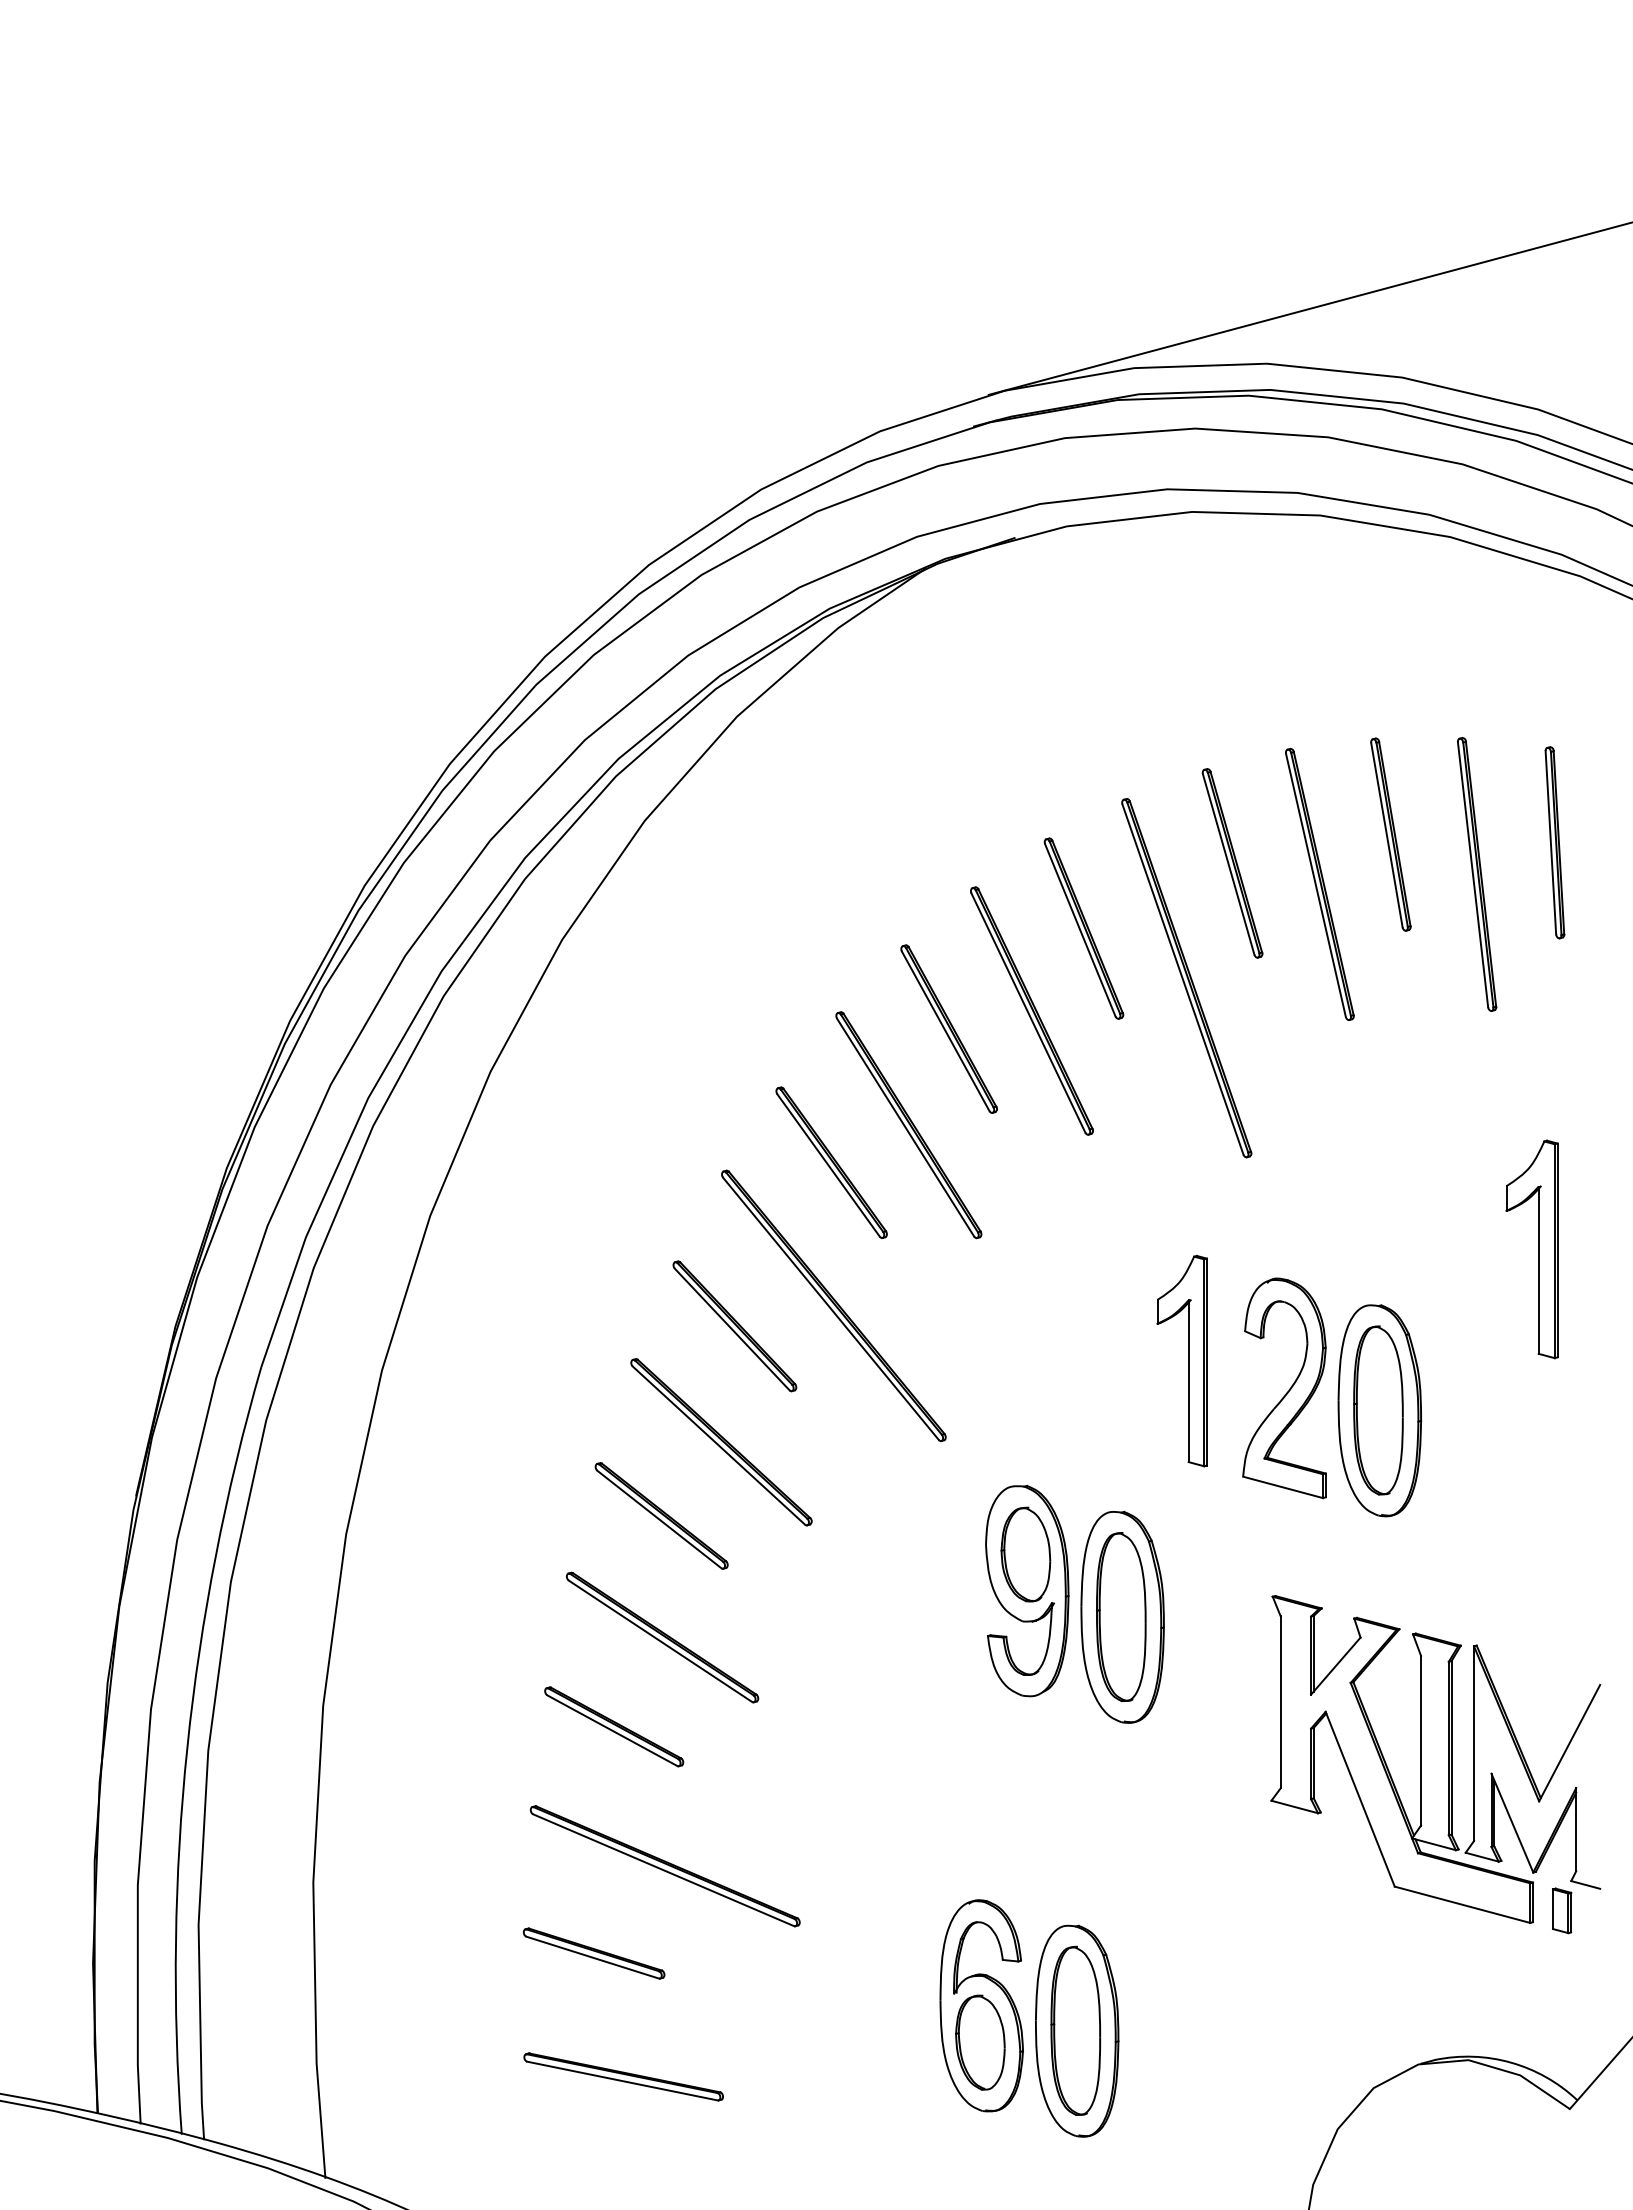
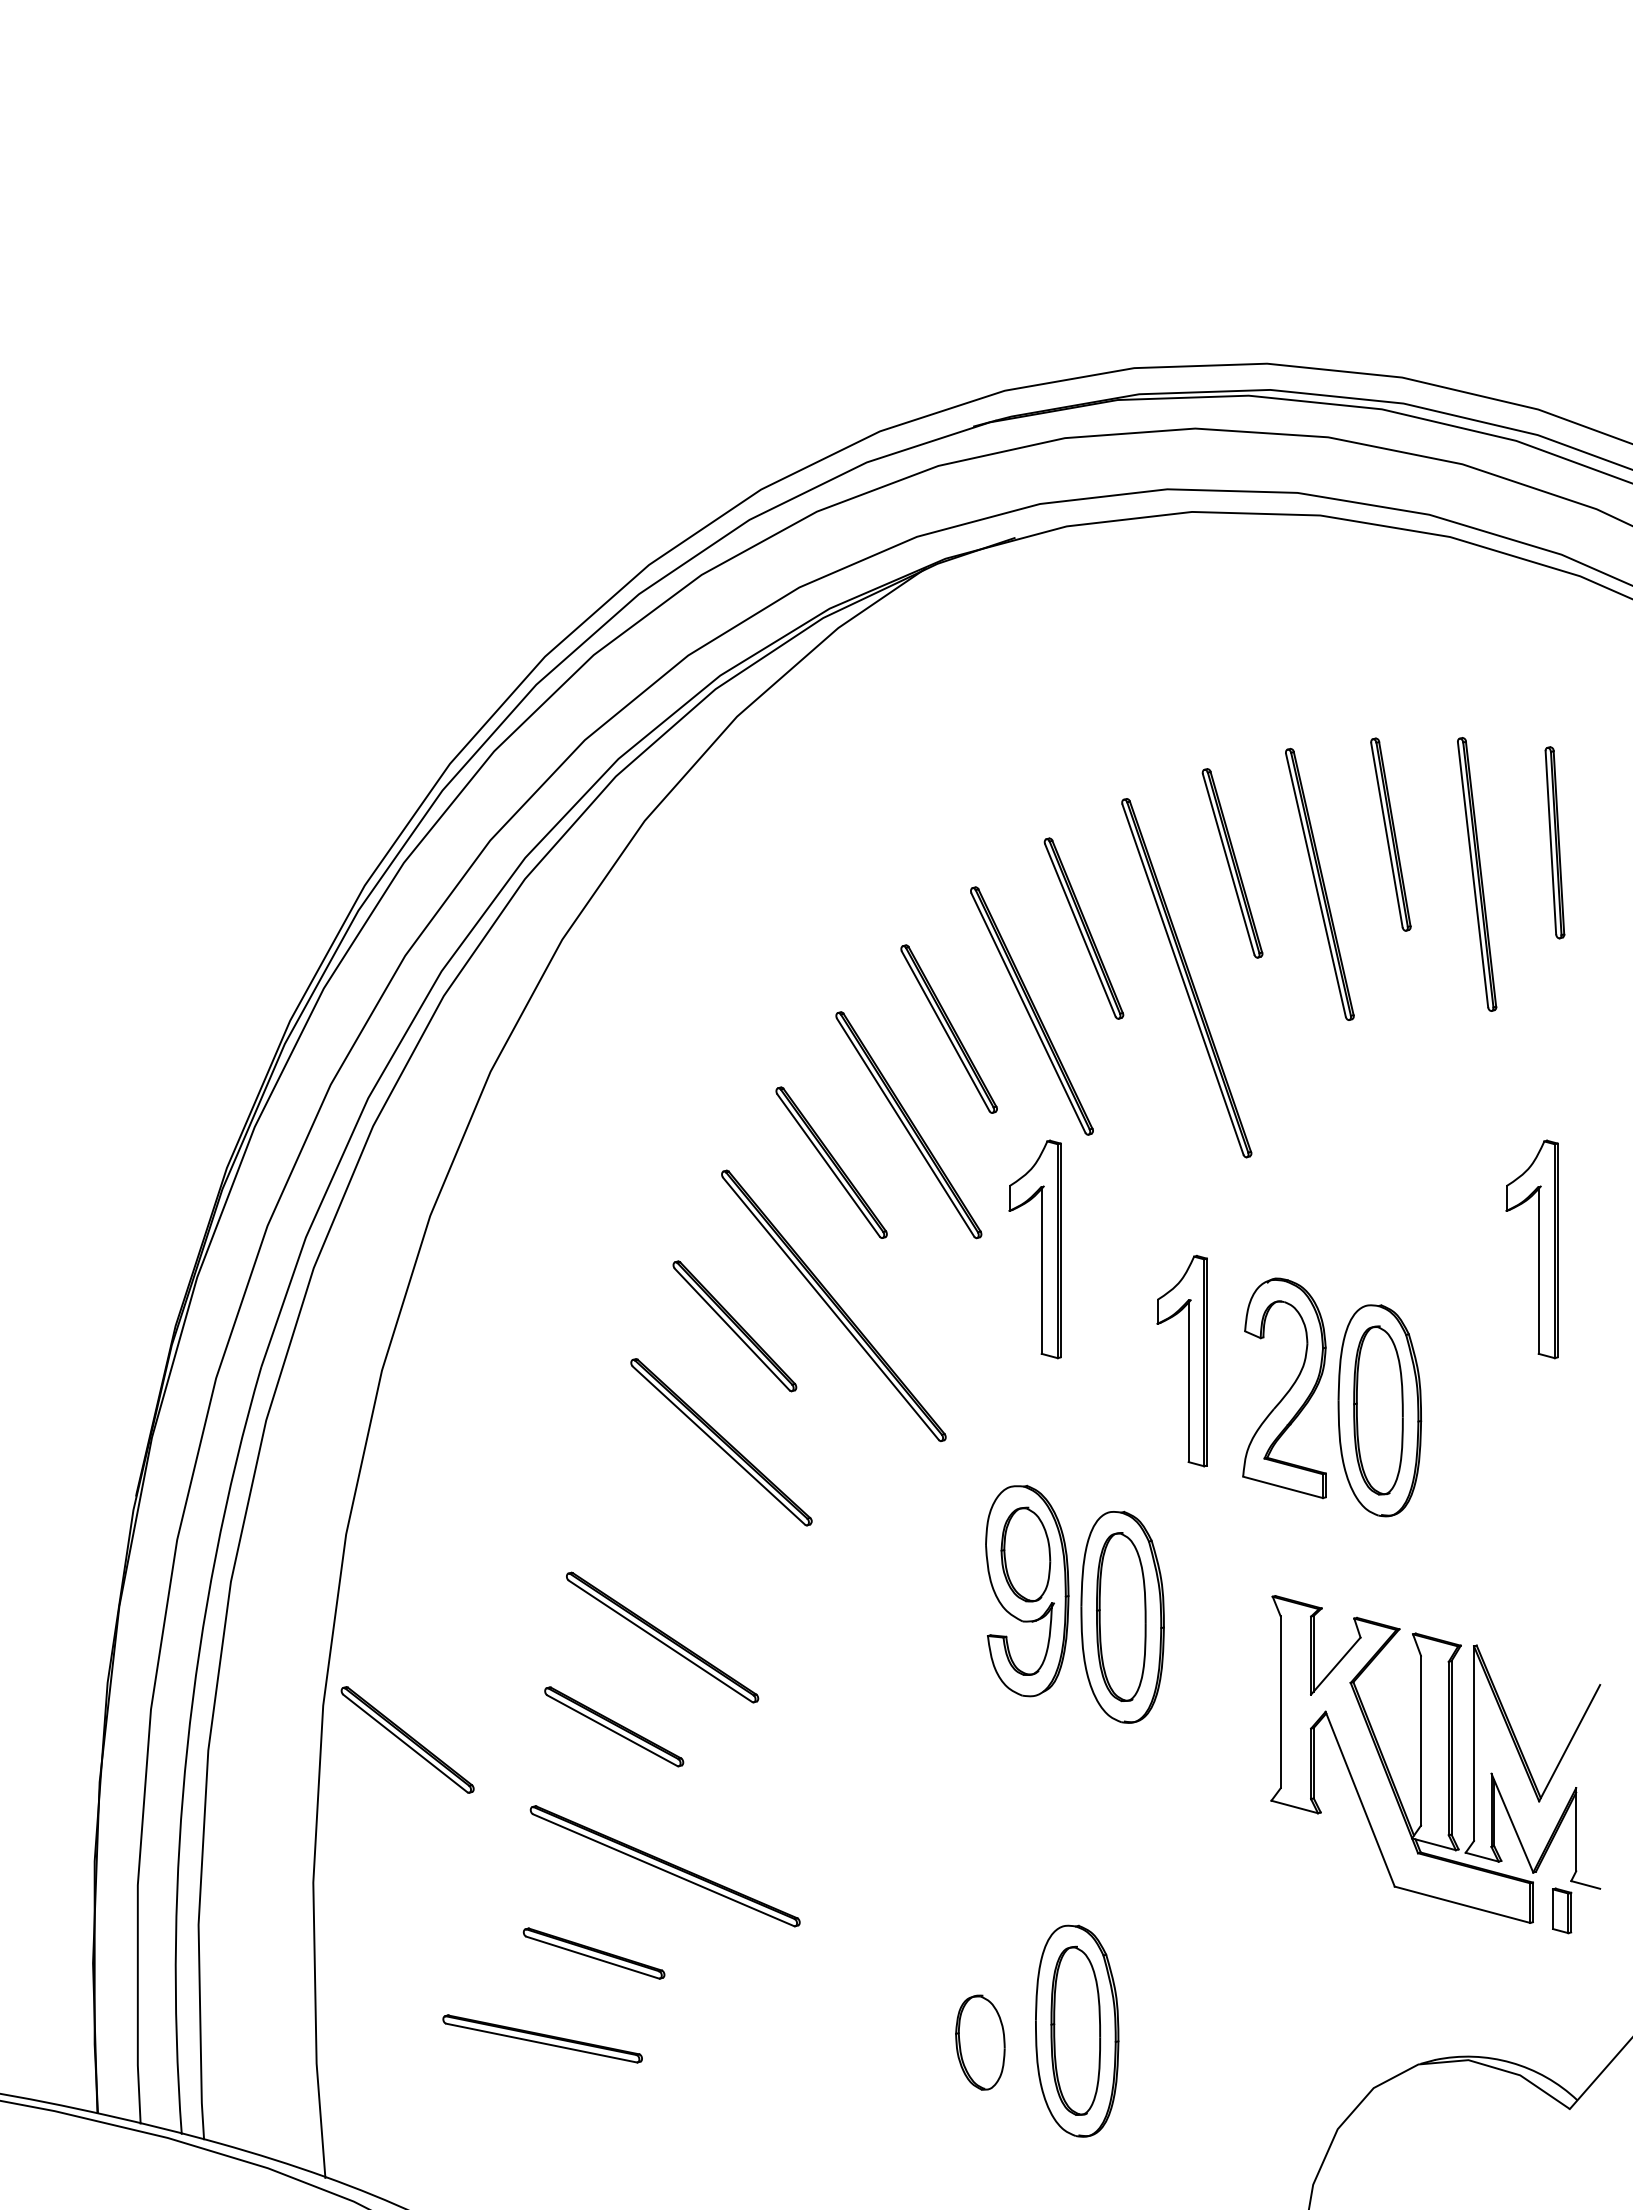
line at (1308, 308): present -> none
part at (1041, 1249): none -> present
part at (661, 1515) position: (661, 1515) -> (407, 1739)
part at (981, 2005): present -> none
part at (623, 2076) position: (623, 2076) -> (542, 2038)
